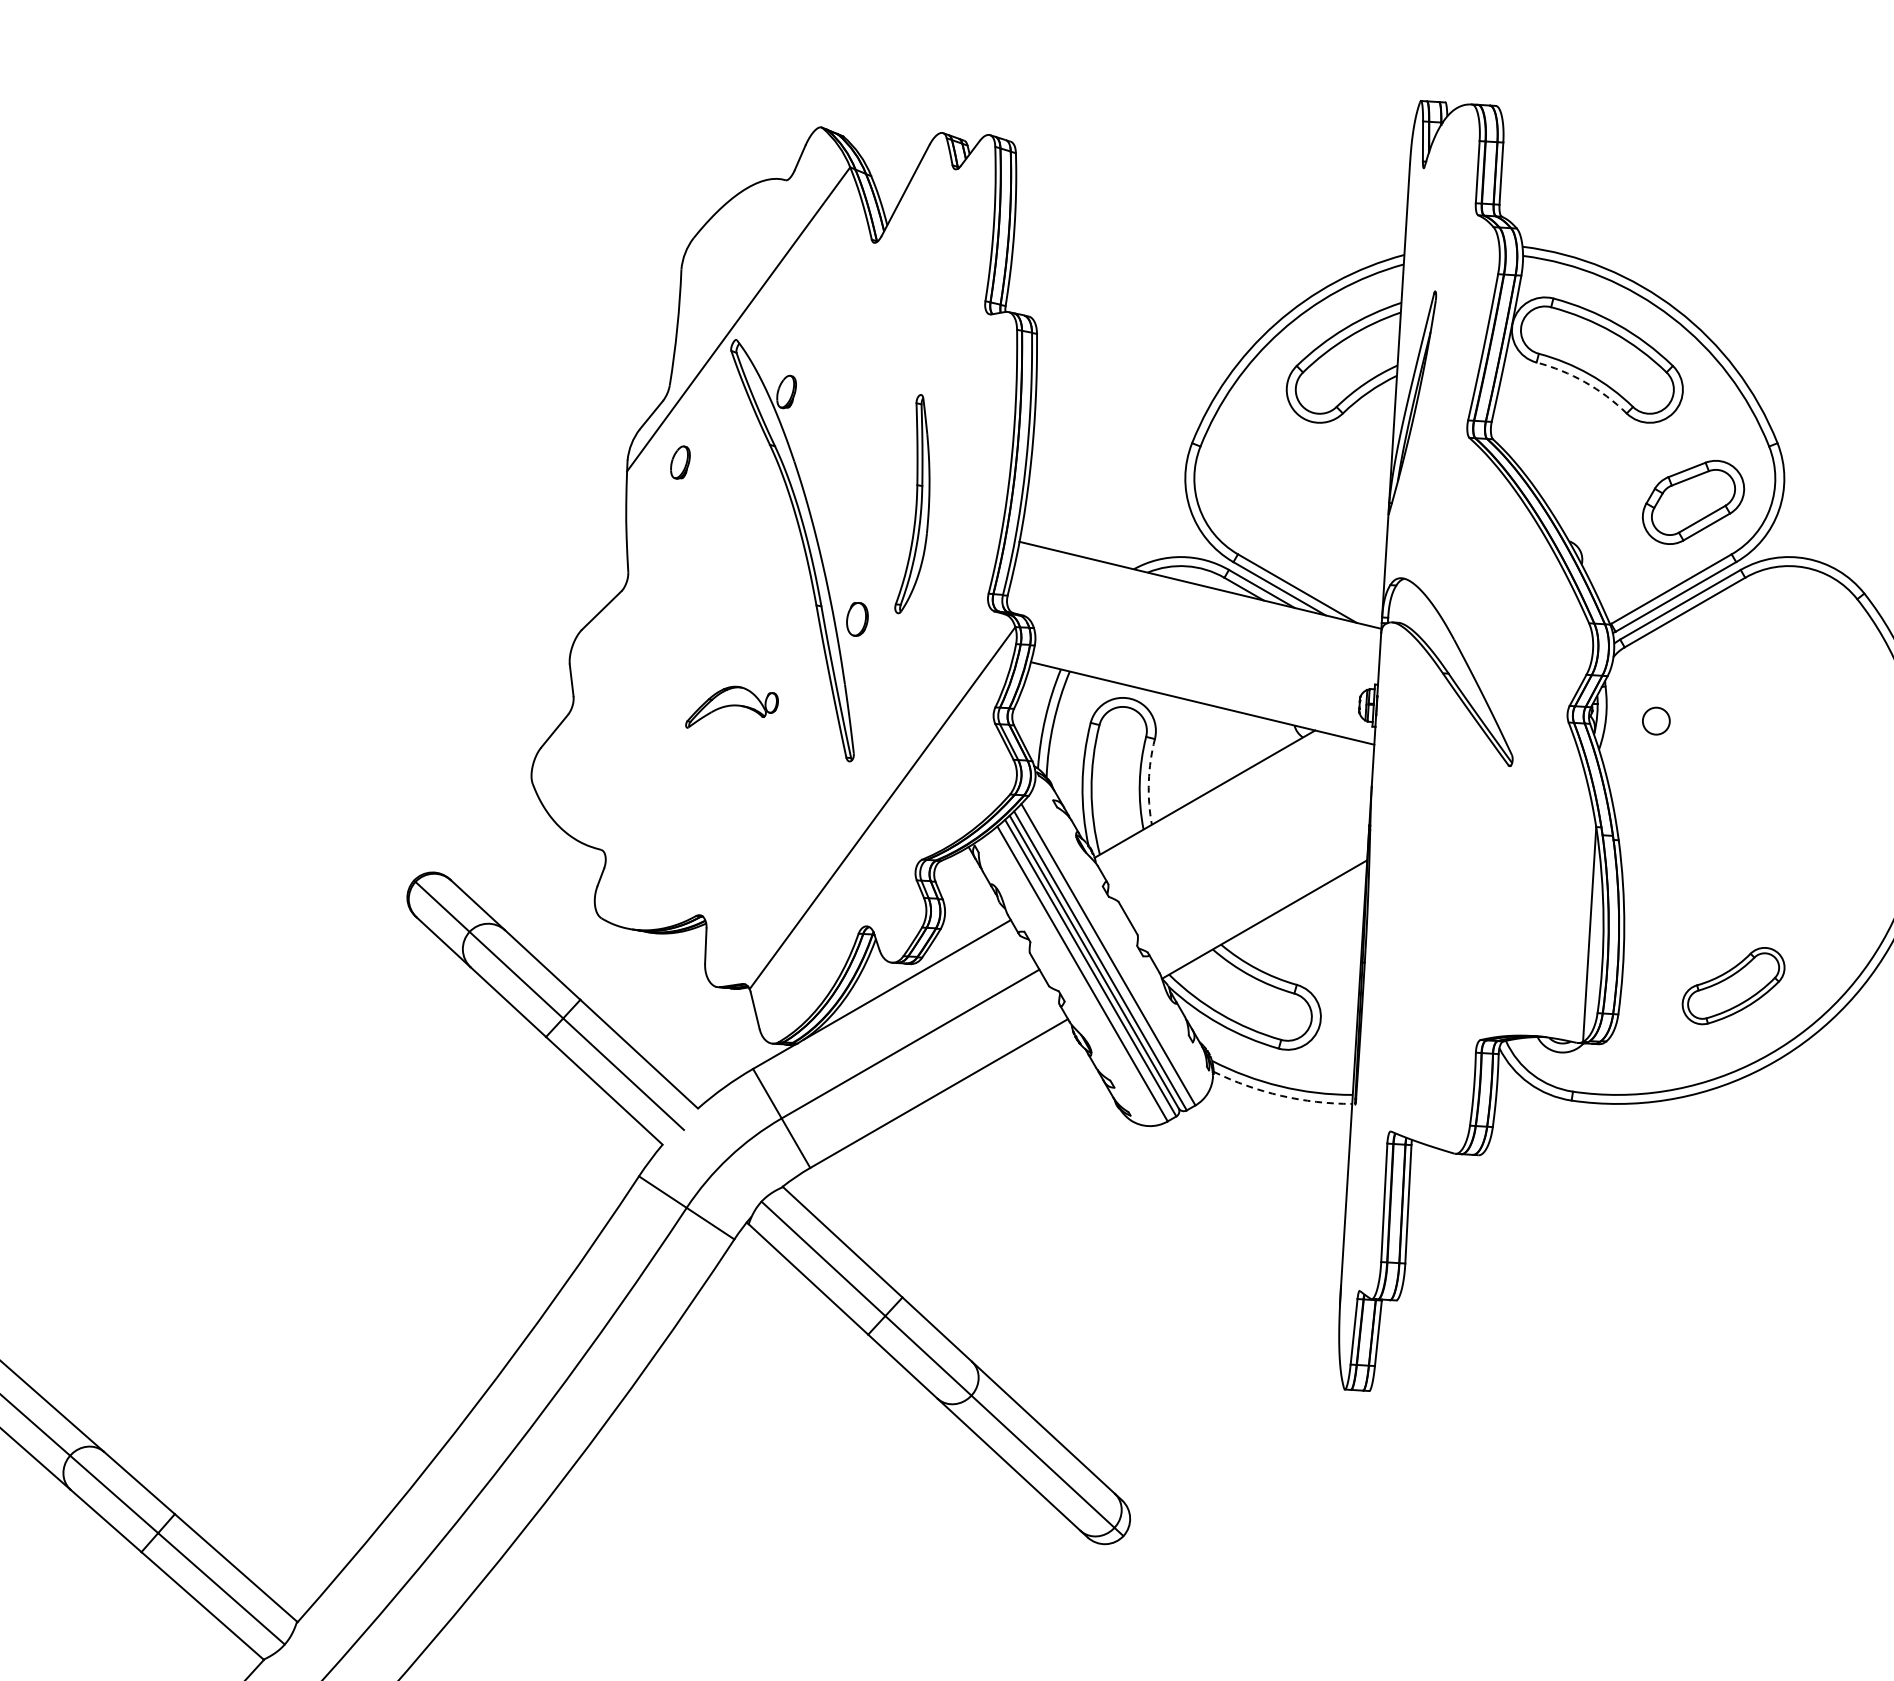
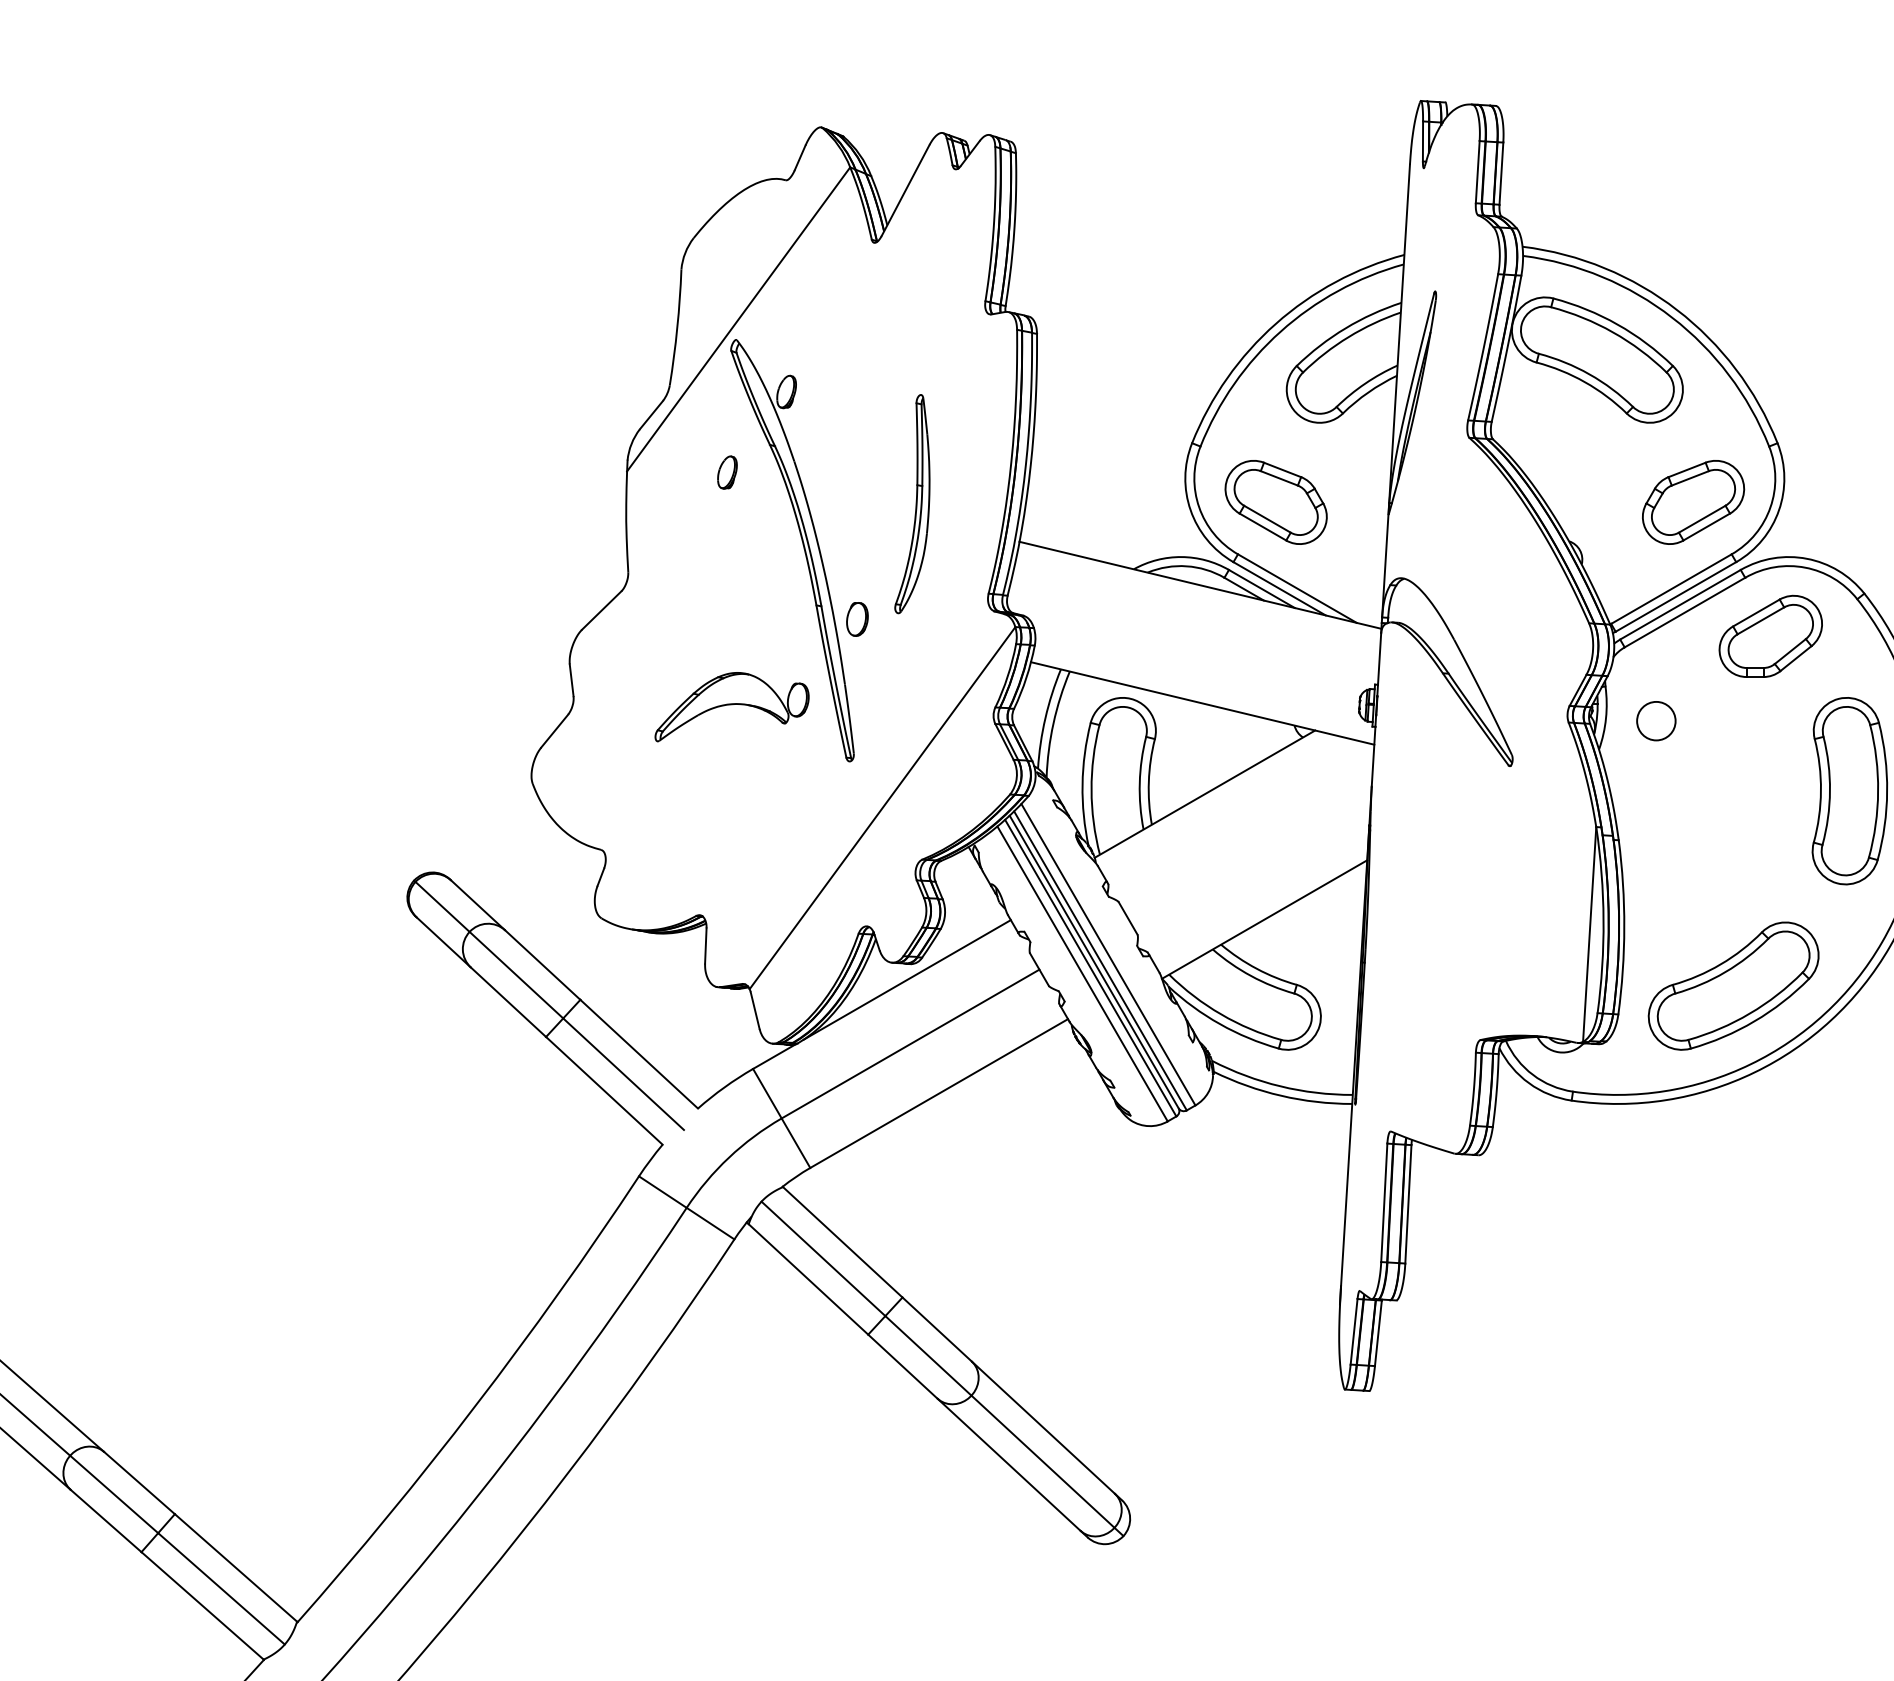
arc at (1584, 382): dashed -> solid
part at (680, 462) position: (680, 462) -> (727, 472)
part at (1275, 502): none -> present
part at (1770, 635): none -> present
part at (731, 706) size: 94x44 px -> 156x71 px
circle at (1655, 720) diameter: 27 px -> 39 px
arc at (1148, 781): dashed -> solid
part at (1849, 791): none -> present
part at (1733, 986) size: 105x79 px -> 173x130 px
arc at (1281, 1095): dashed -> solid
